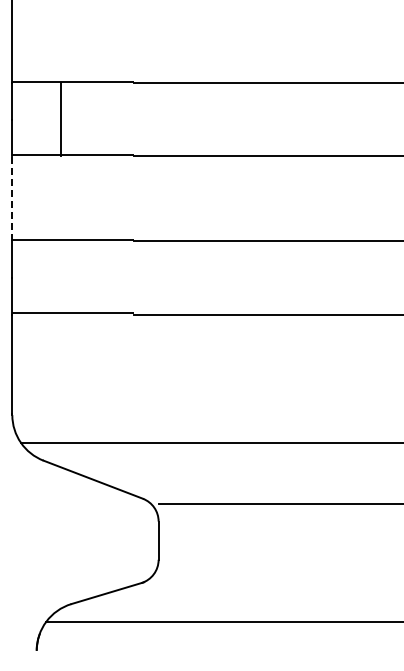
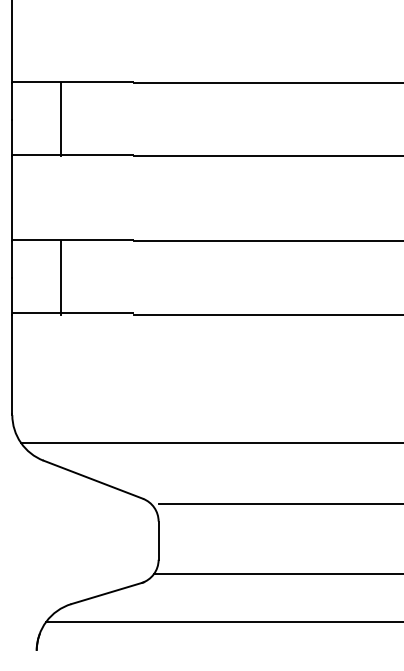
line at (12, 198): dashed -> solid
line at (61, 277): none -> present
line at (276, 574): none -> present
